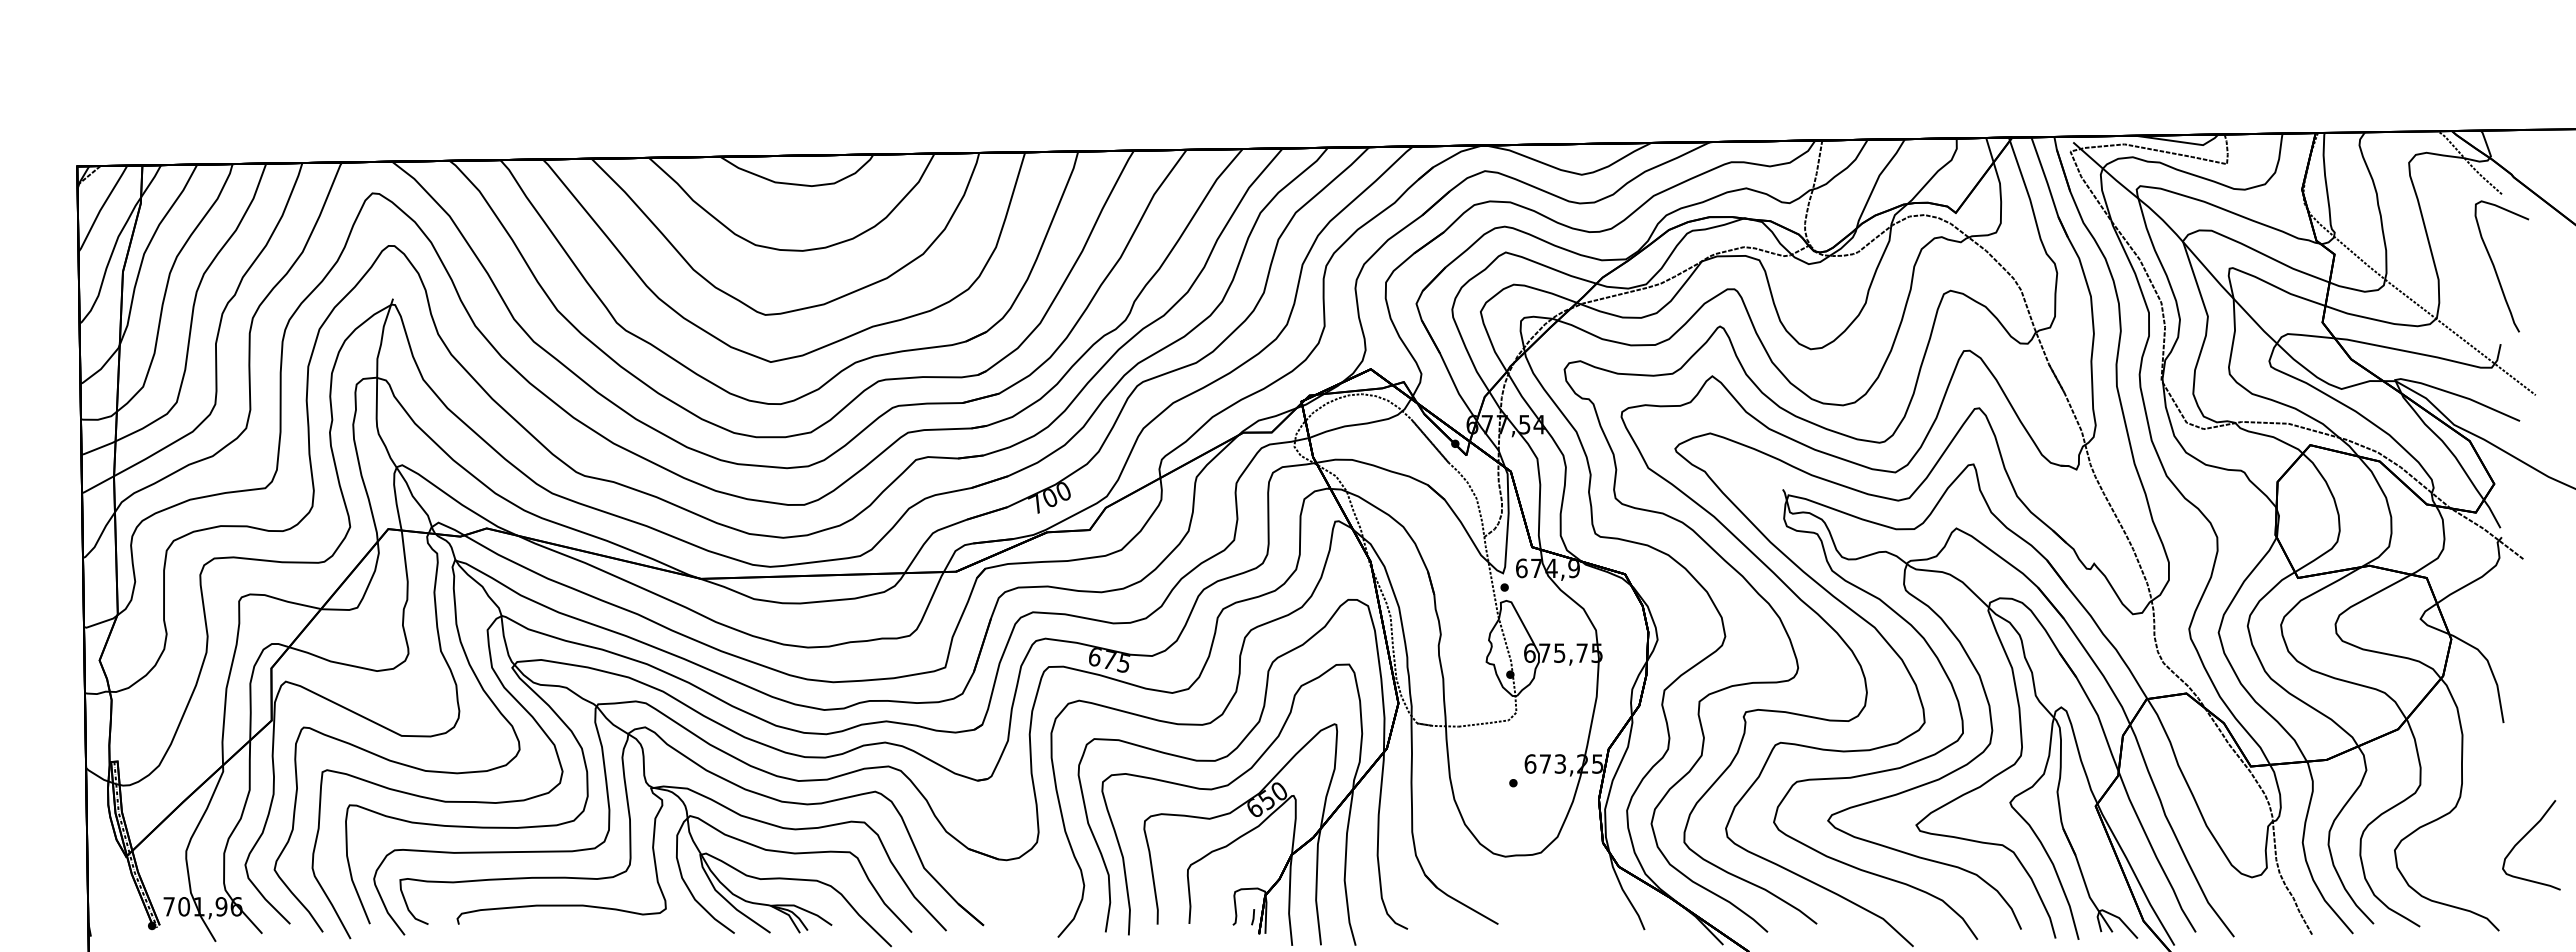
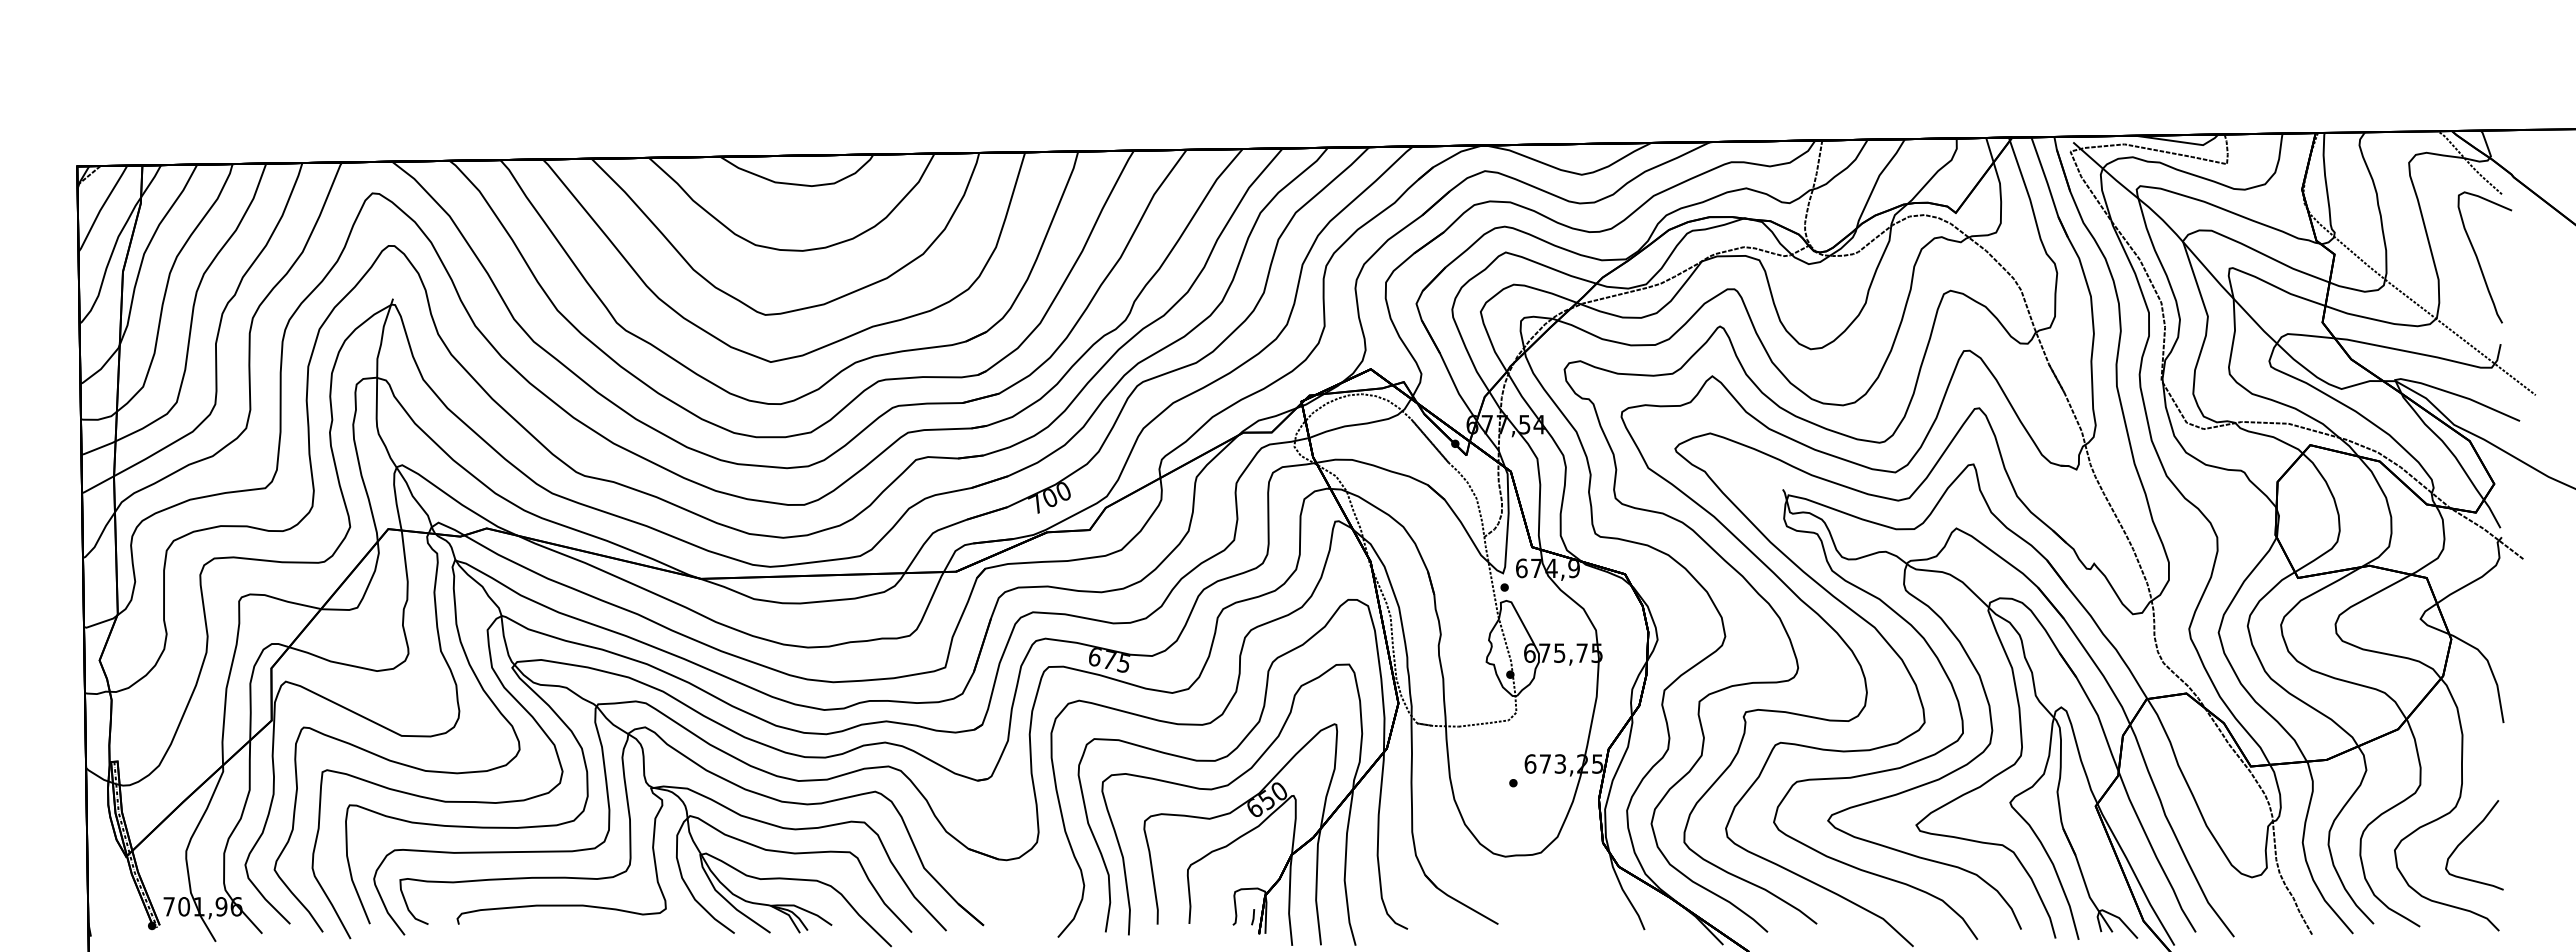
curve at (2495, 267) position: (2495, 267) -> (2478, 258)
curve at (2524, 837) position: (2524, 837) -> (2467, 837)
